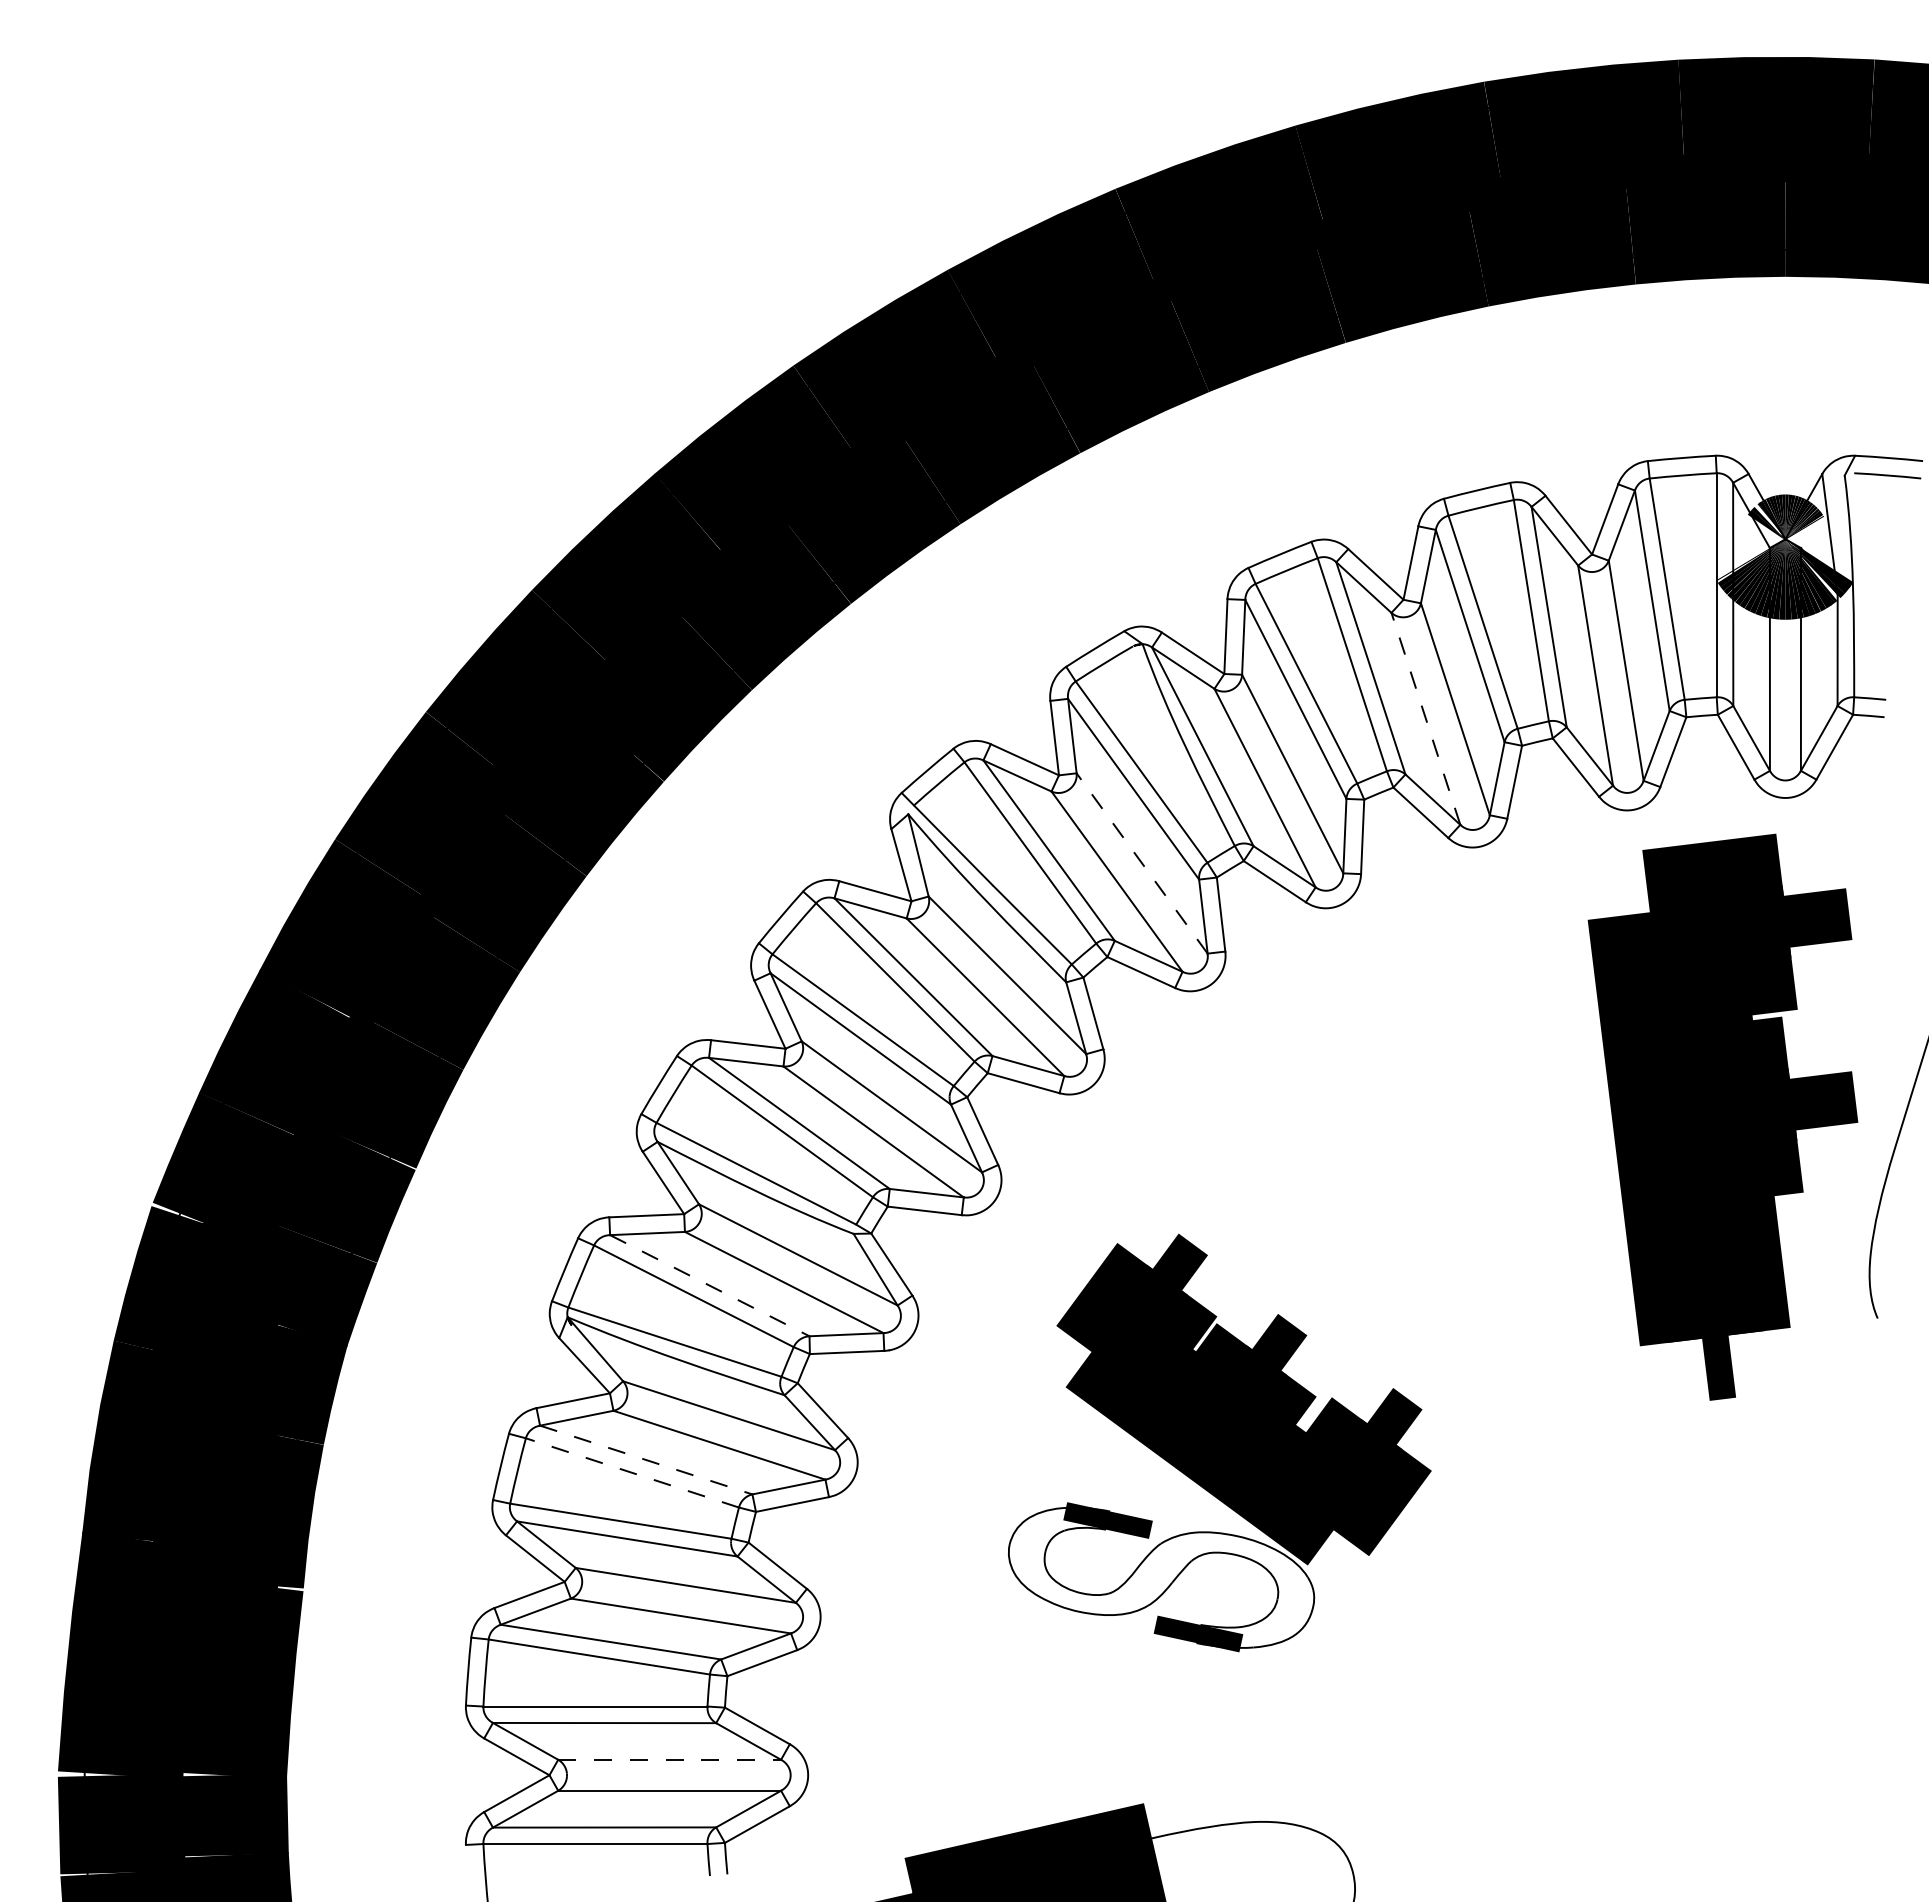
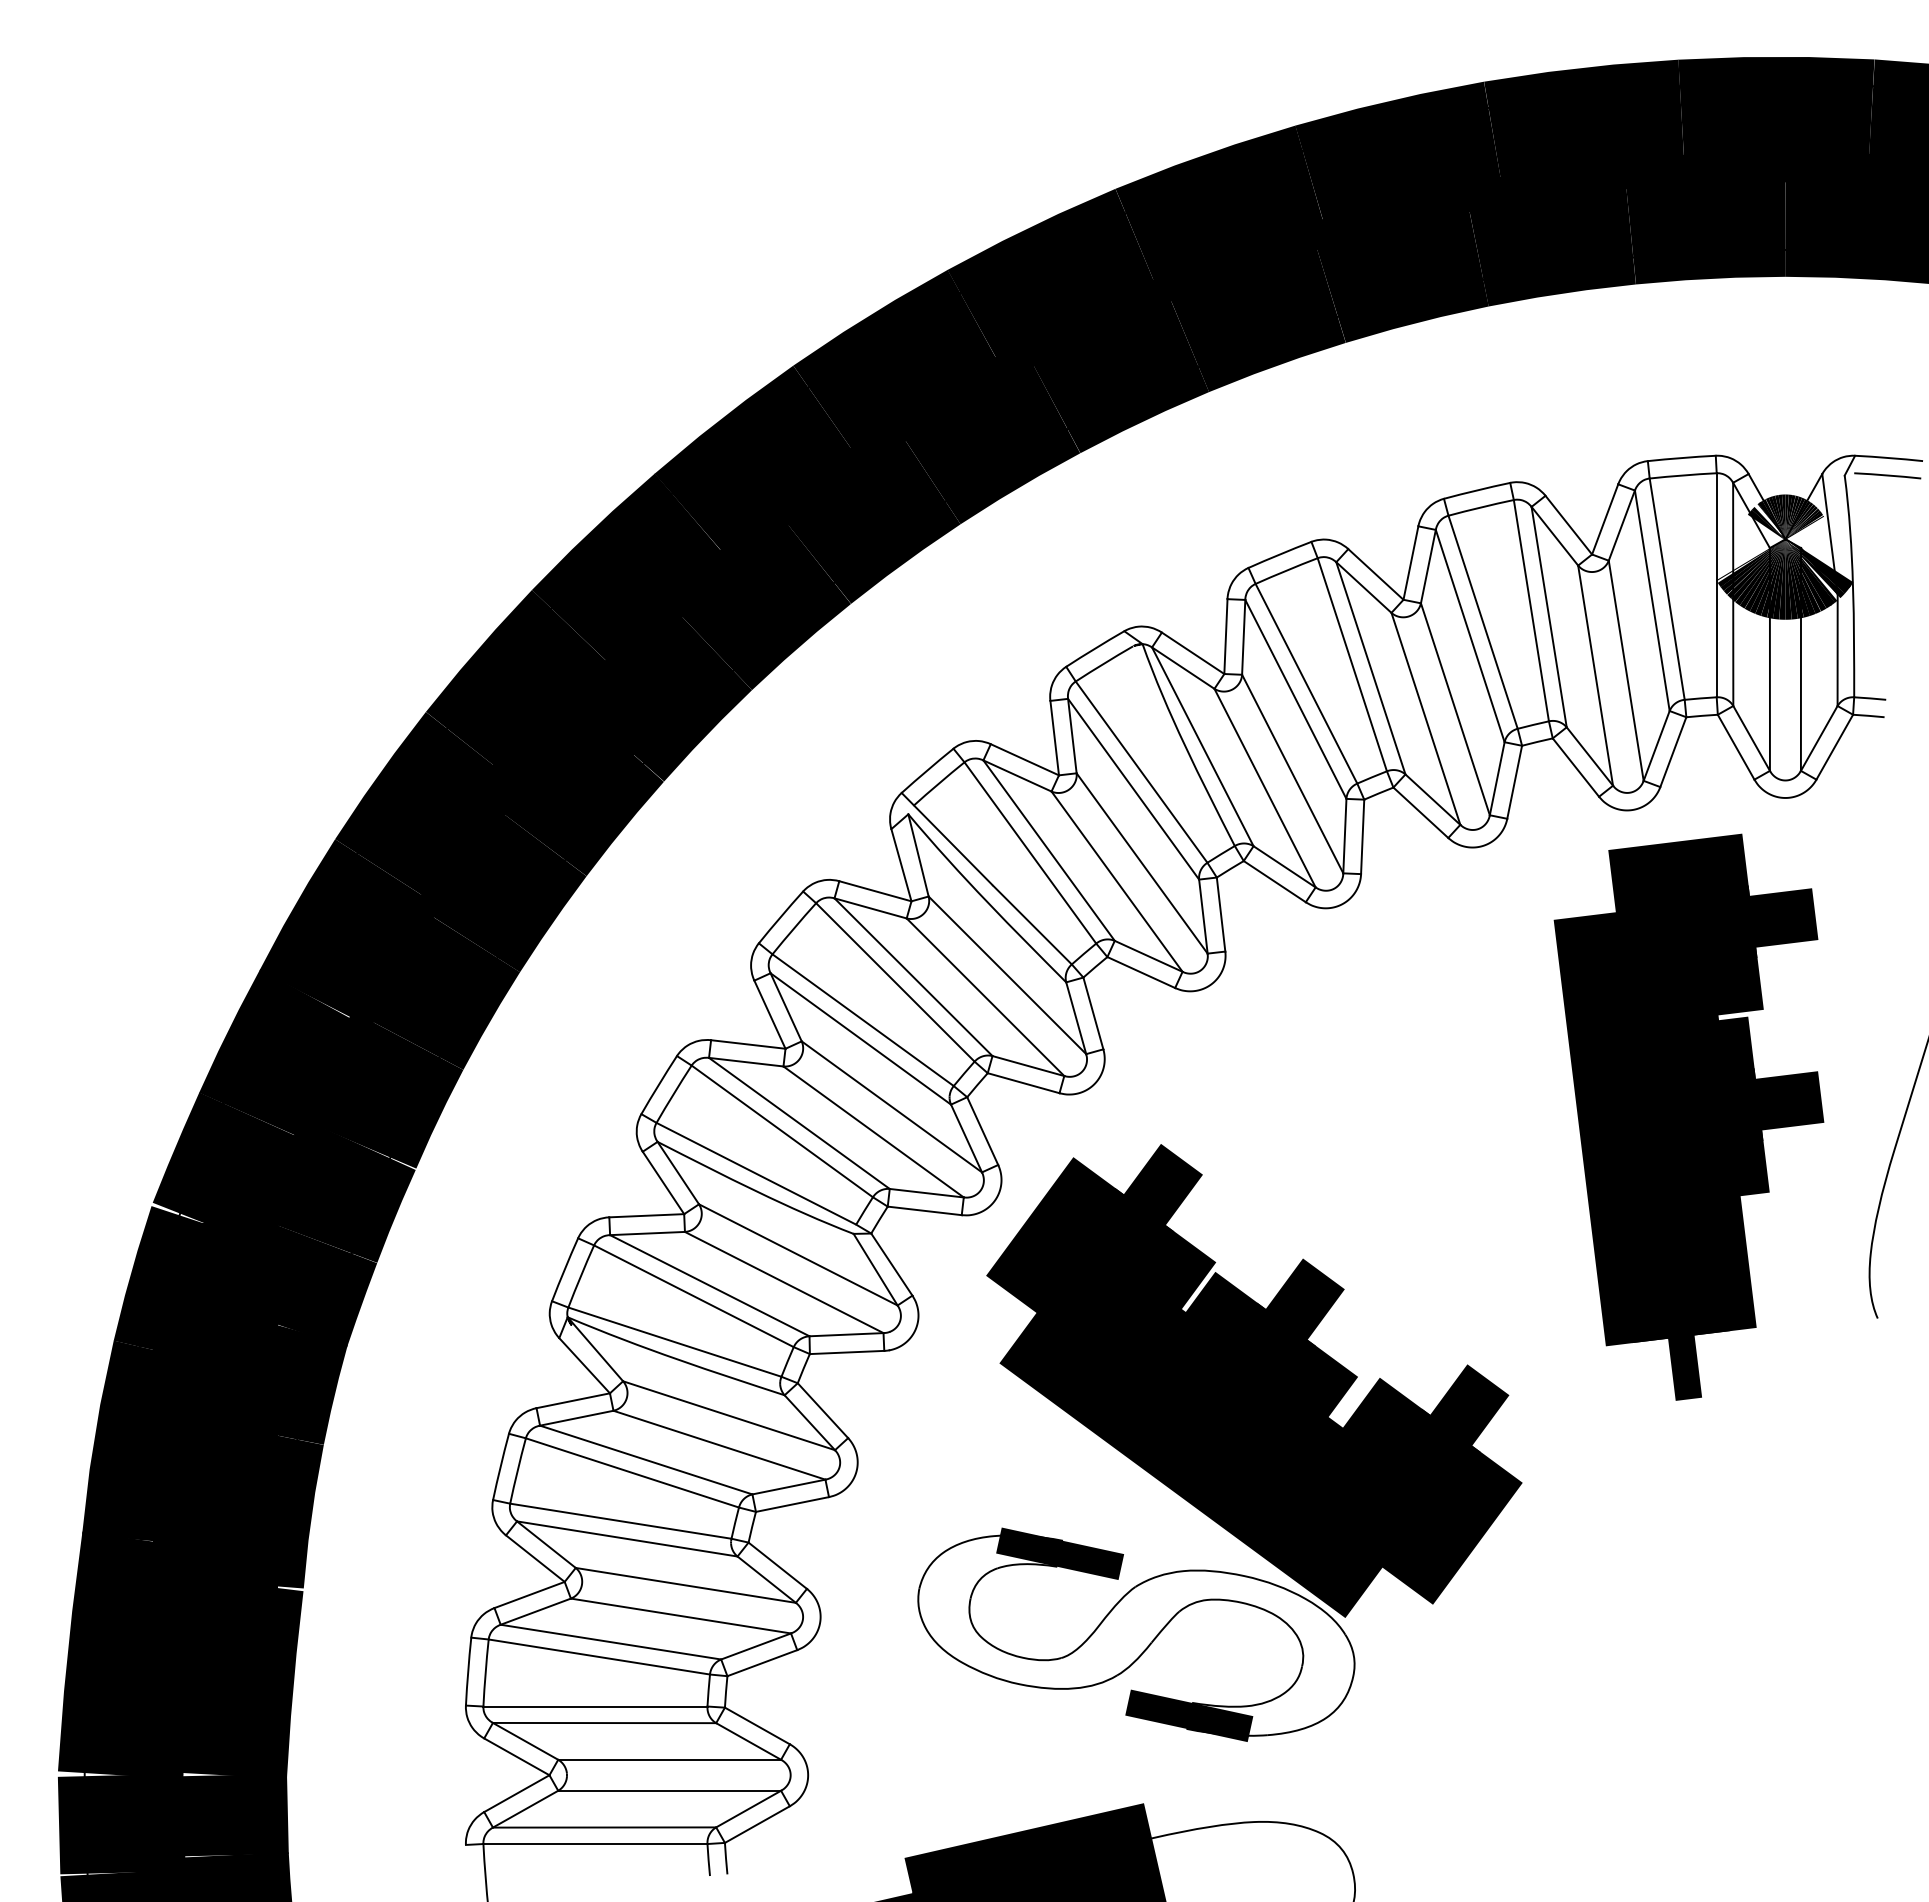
line at (1425, 718): dashed -> solid
line at (1141, 863): dashed -> solid
part at (1722, 1116) position: (1722, 1116) -> (1688, 1116)
line at (709, 1285): dashed -> solid
part at (1219, 1442) size: 424x420 px -> 606x598 px
line at (646, 1460): dashed -> solid
line at (631, 1472): dashed -> solid
line at (670, 1759): dashed -> solid
